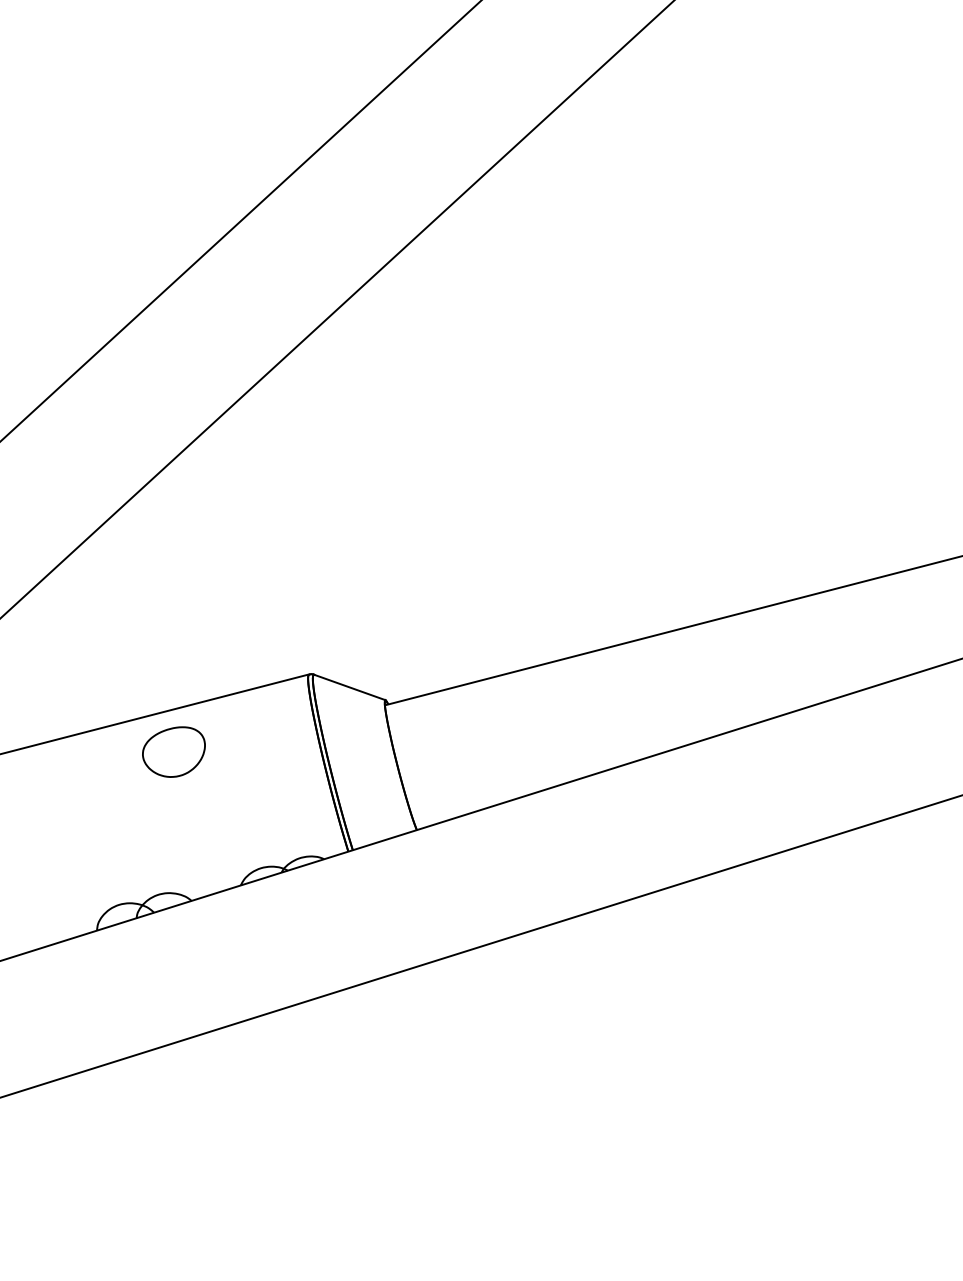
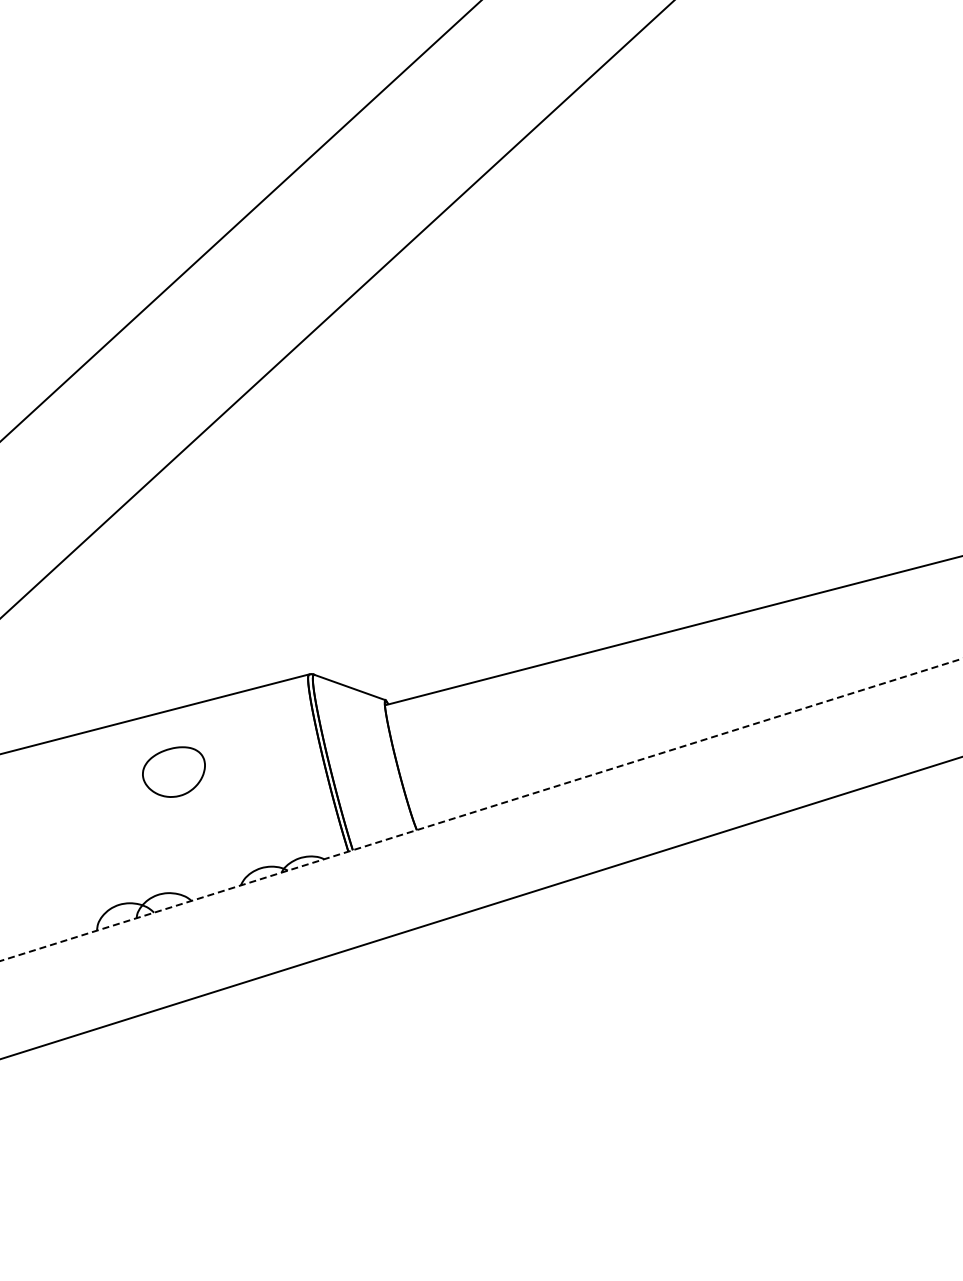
part at (173, 751) position: (173, 751) -> (173, 771)
line at (480, 810): solid -> dashed
line at (480, 946) position: (480, 946) -> (480, 907)
